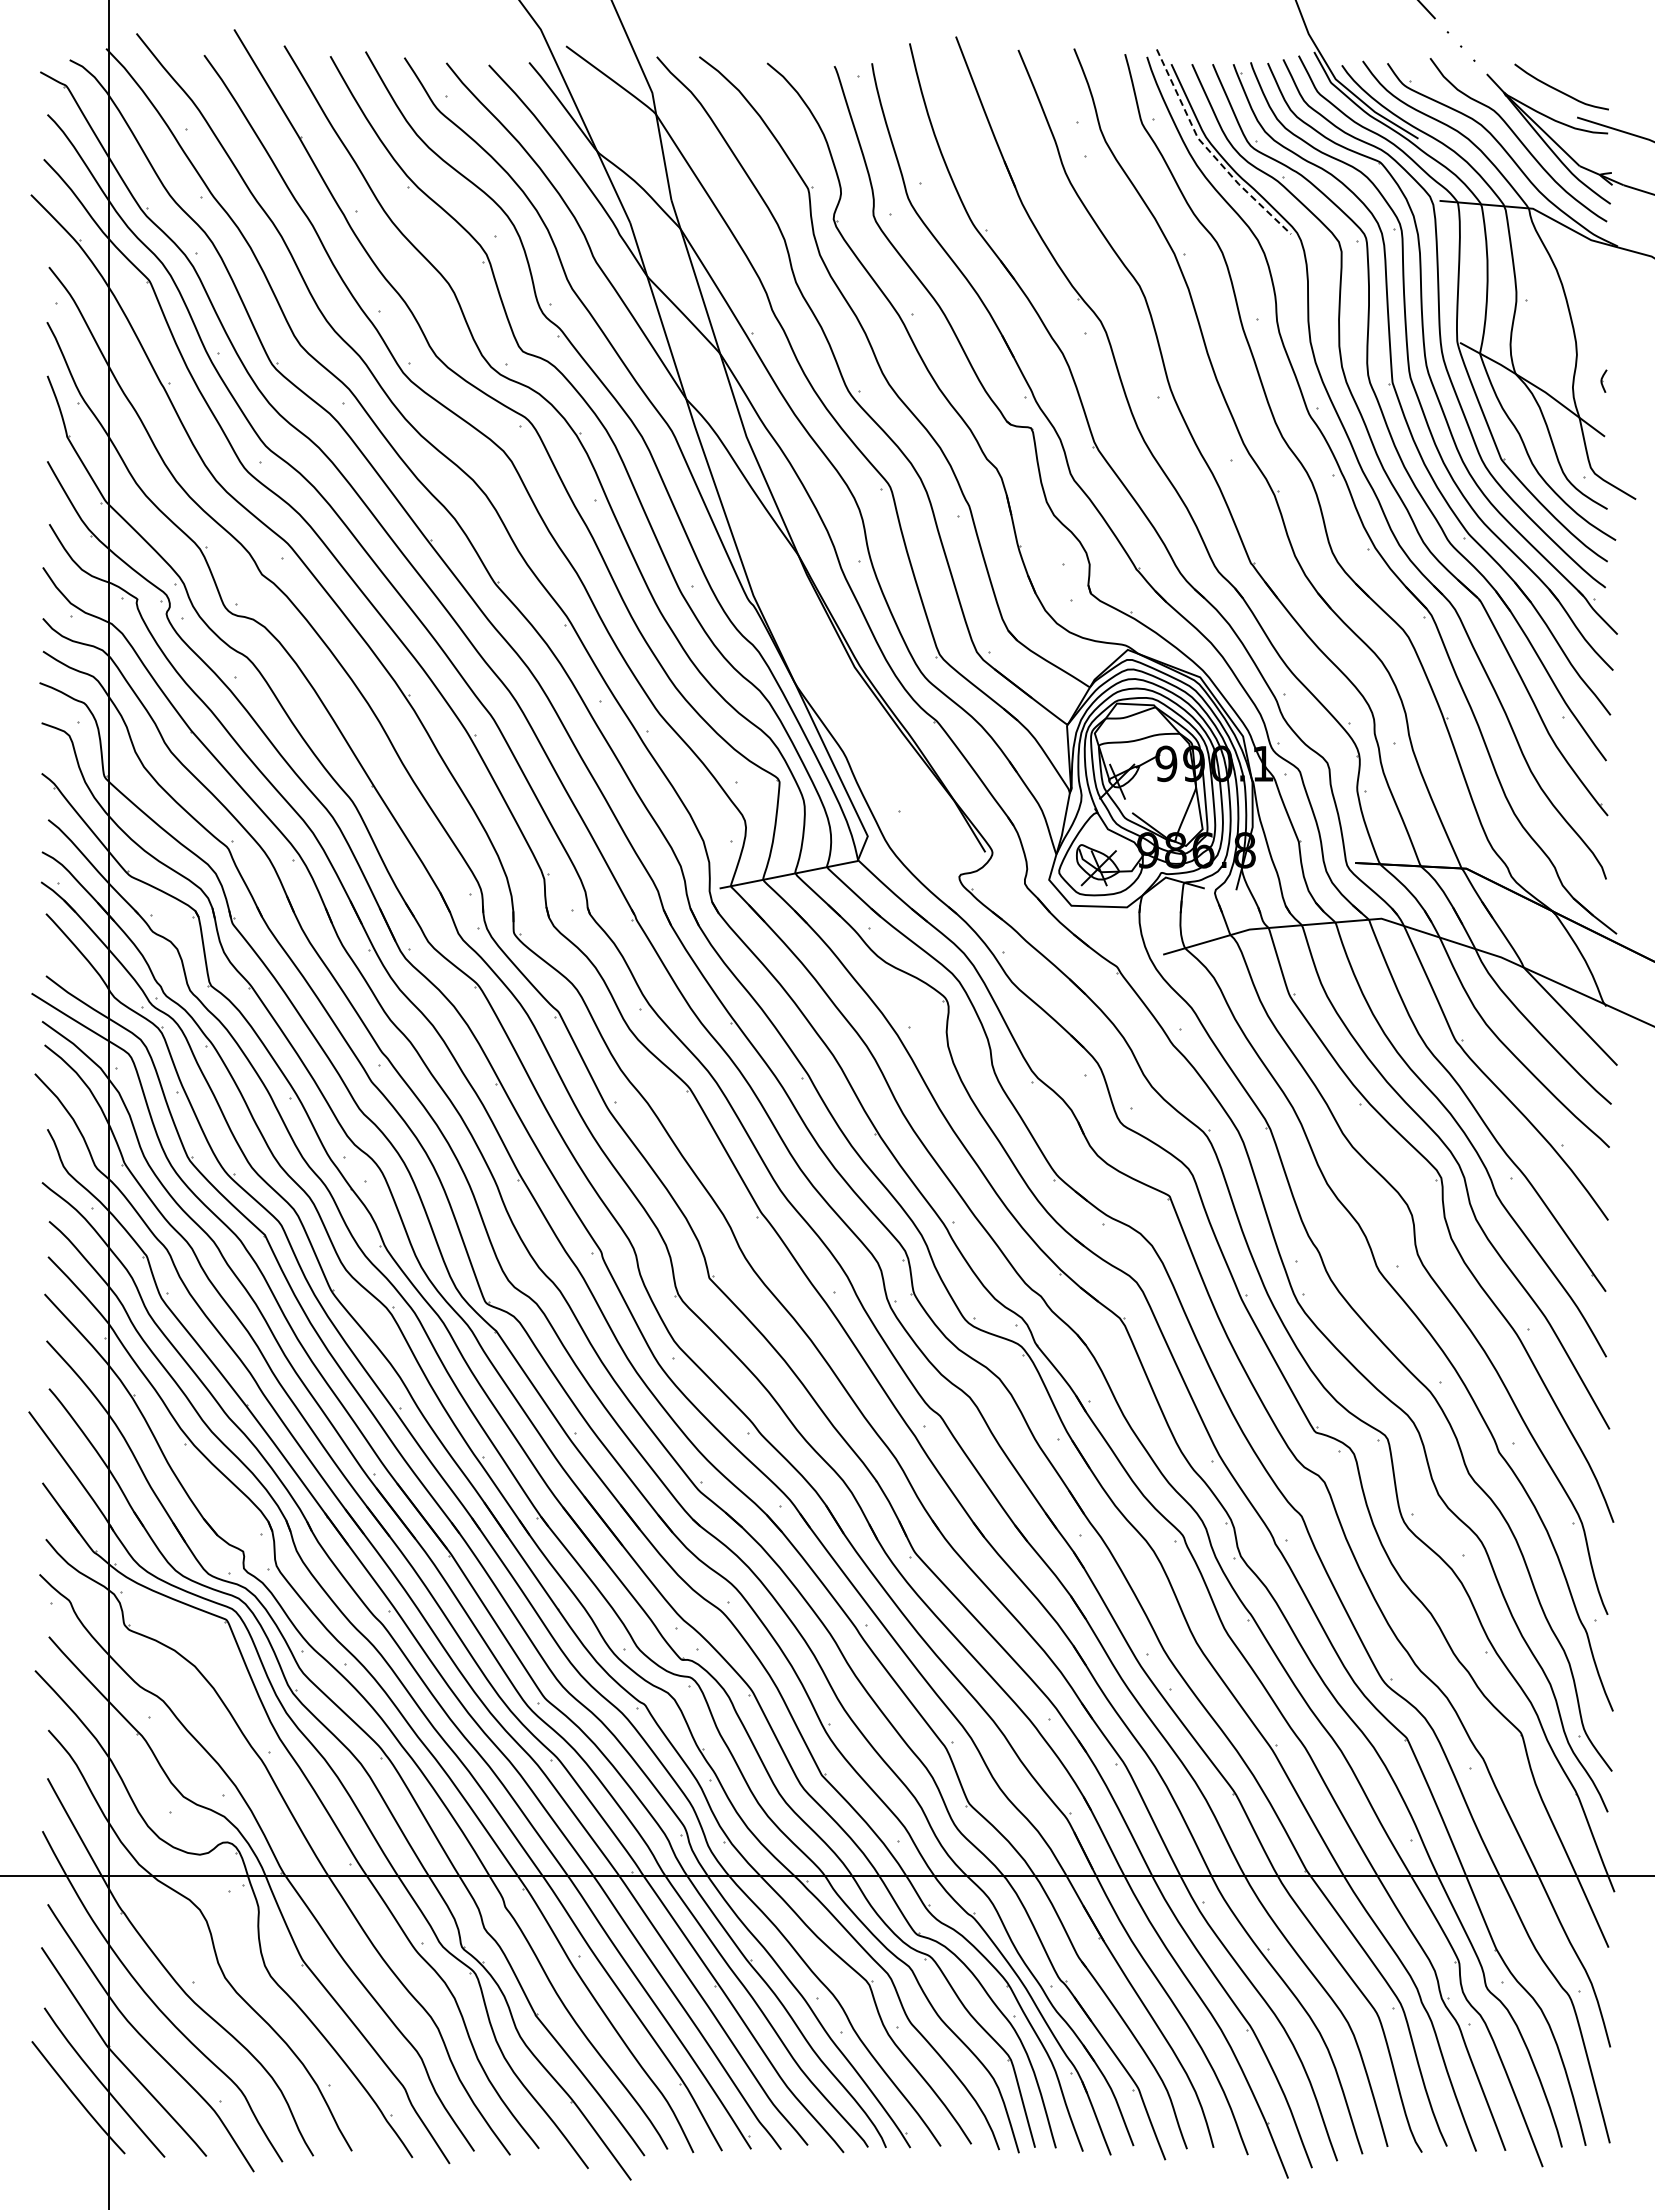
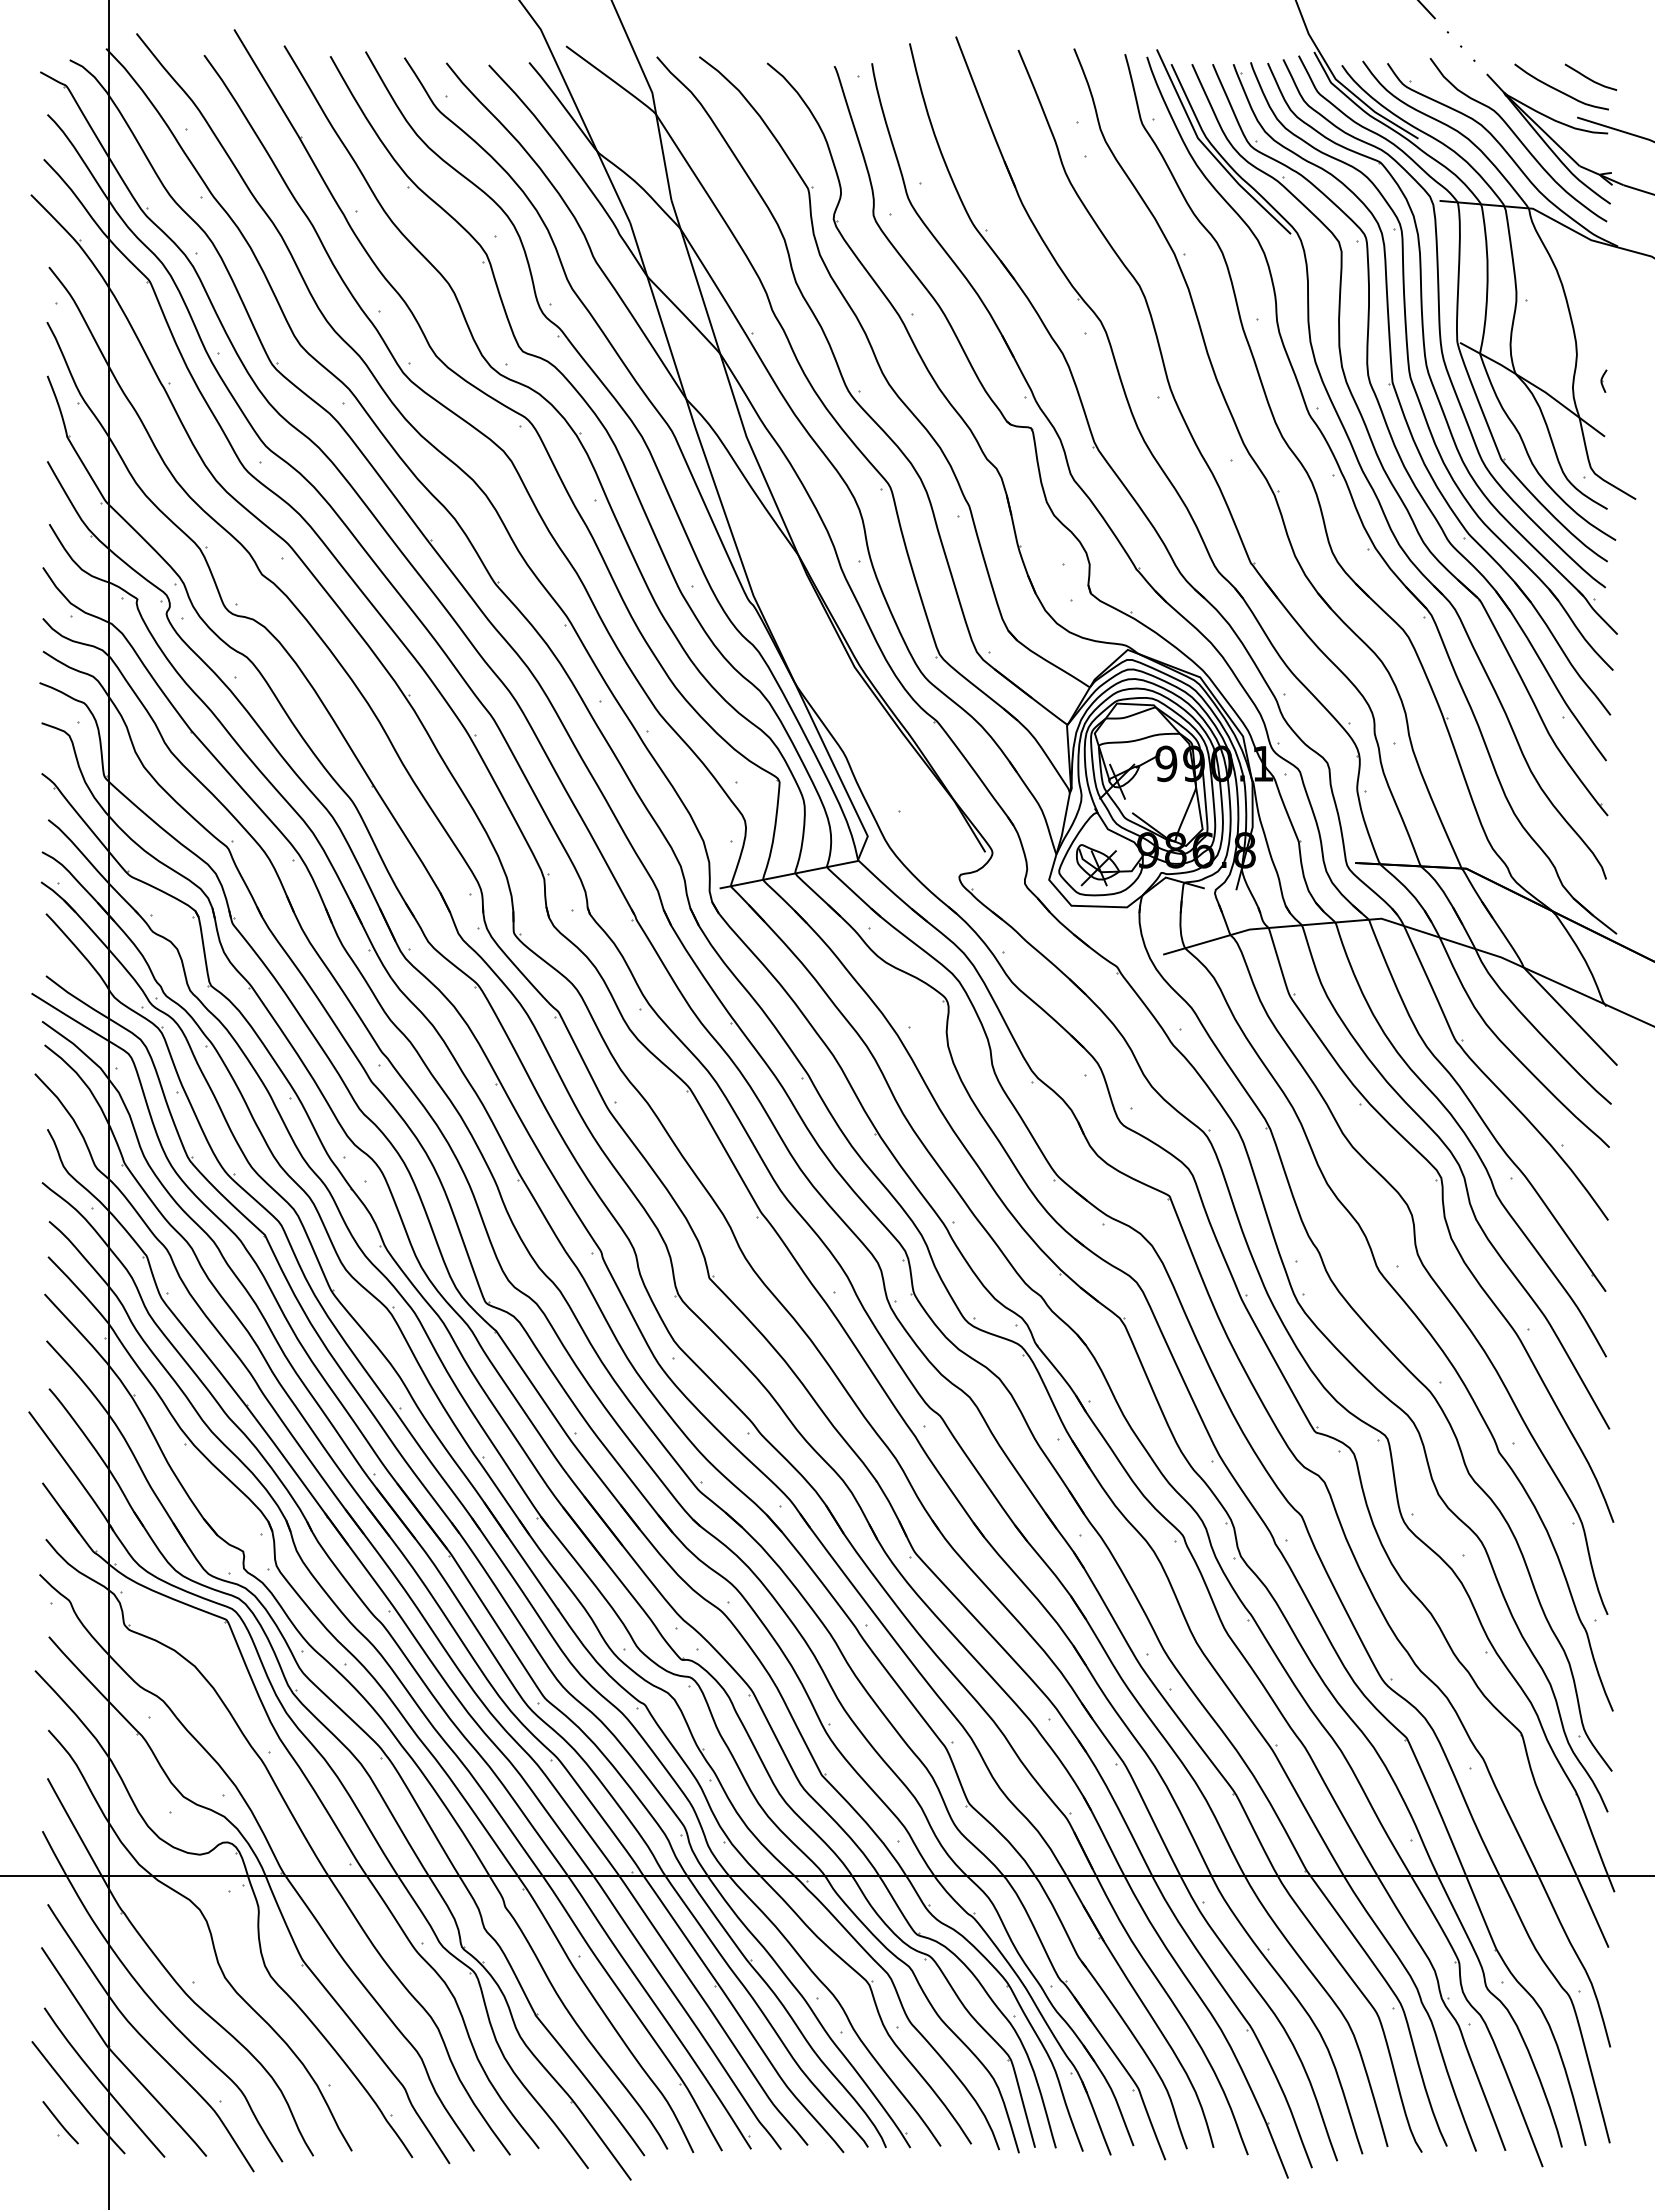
curve at (1590, 78): none -> present
line at (1210, 152): dashed -> solid
part at (60, 2122): none -> present
